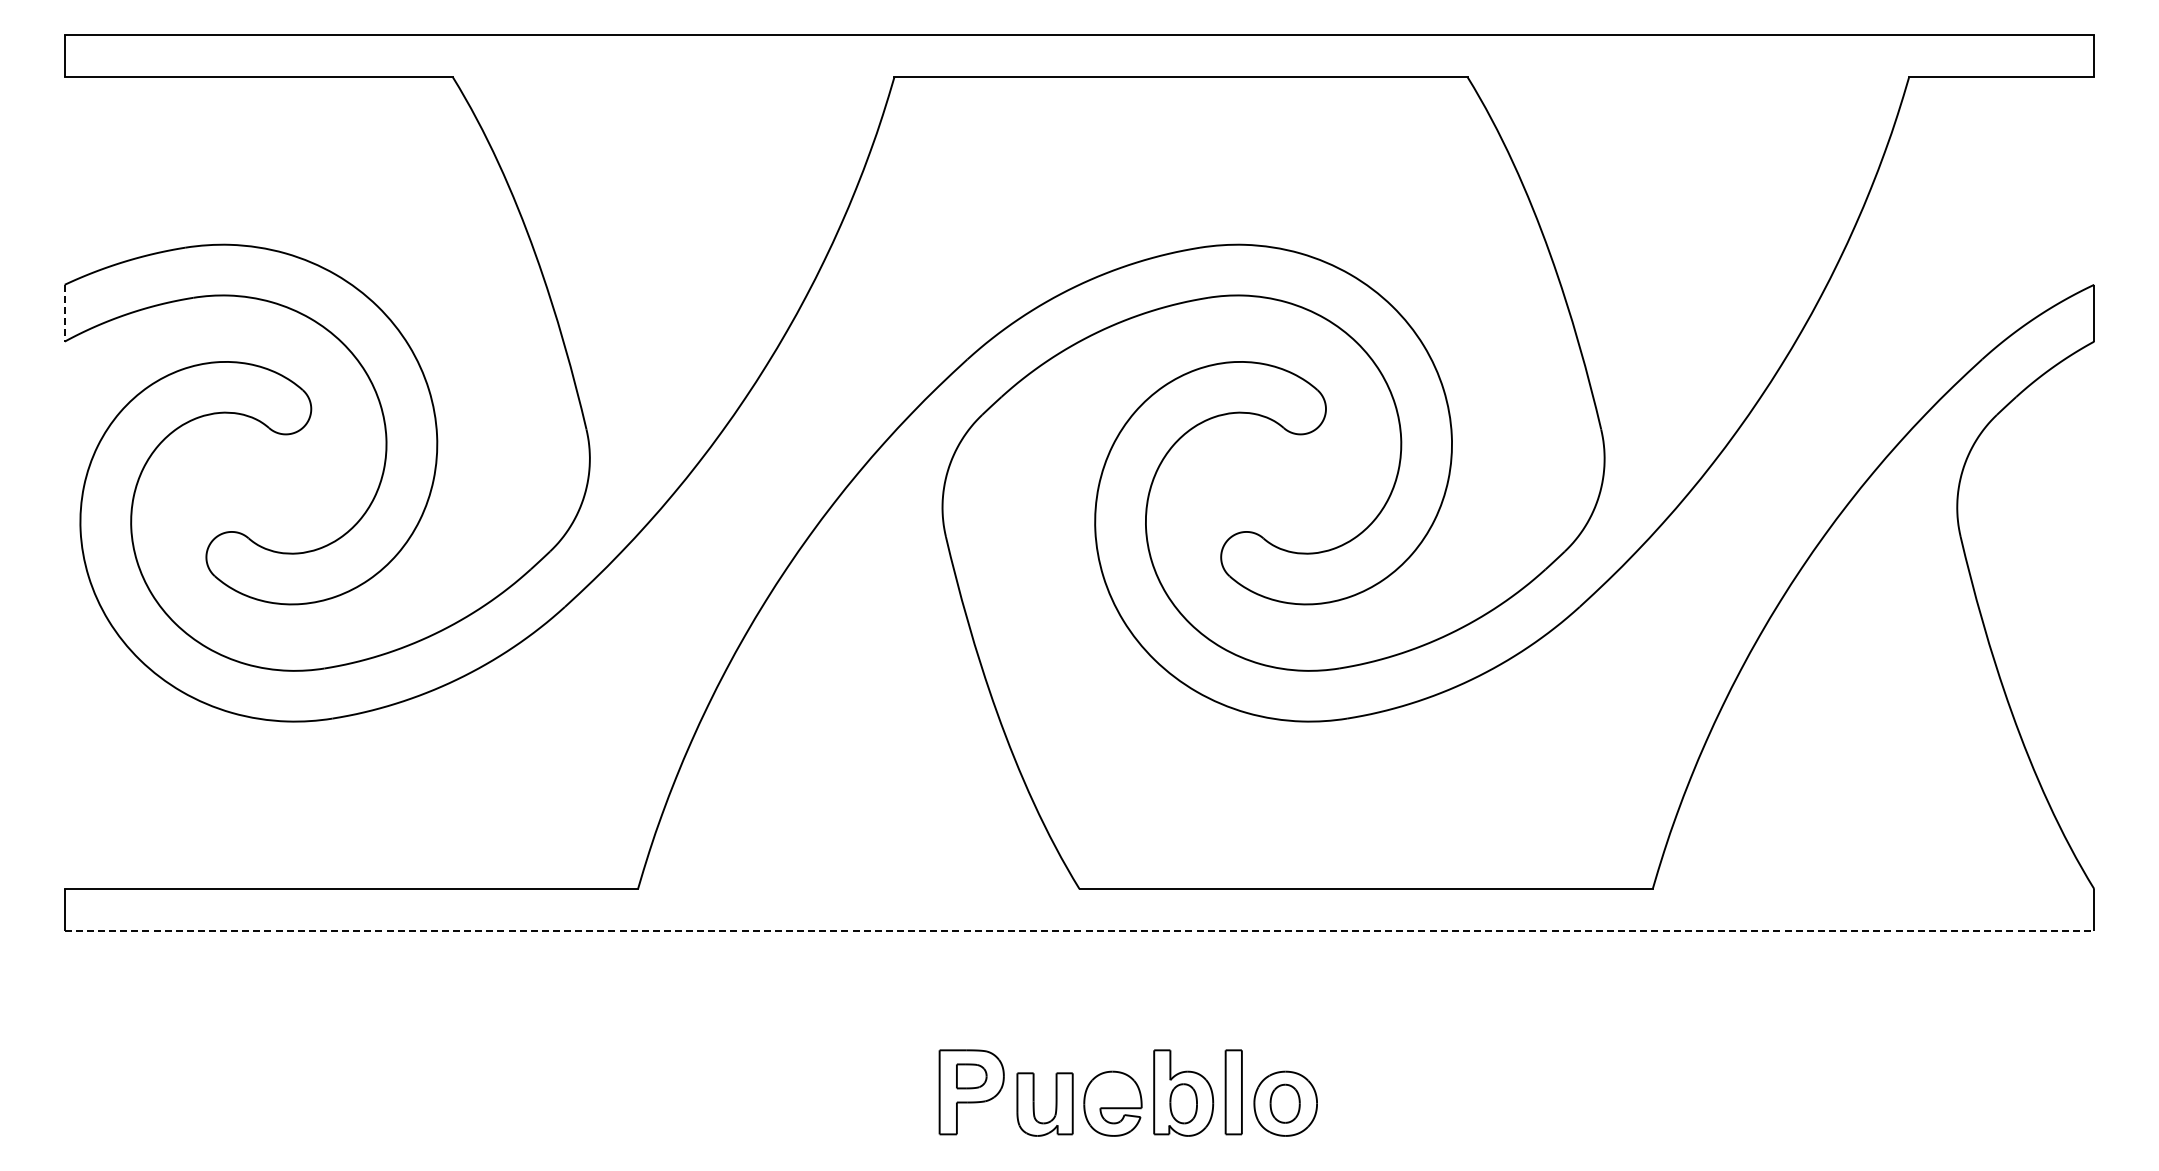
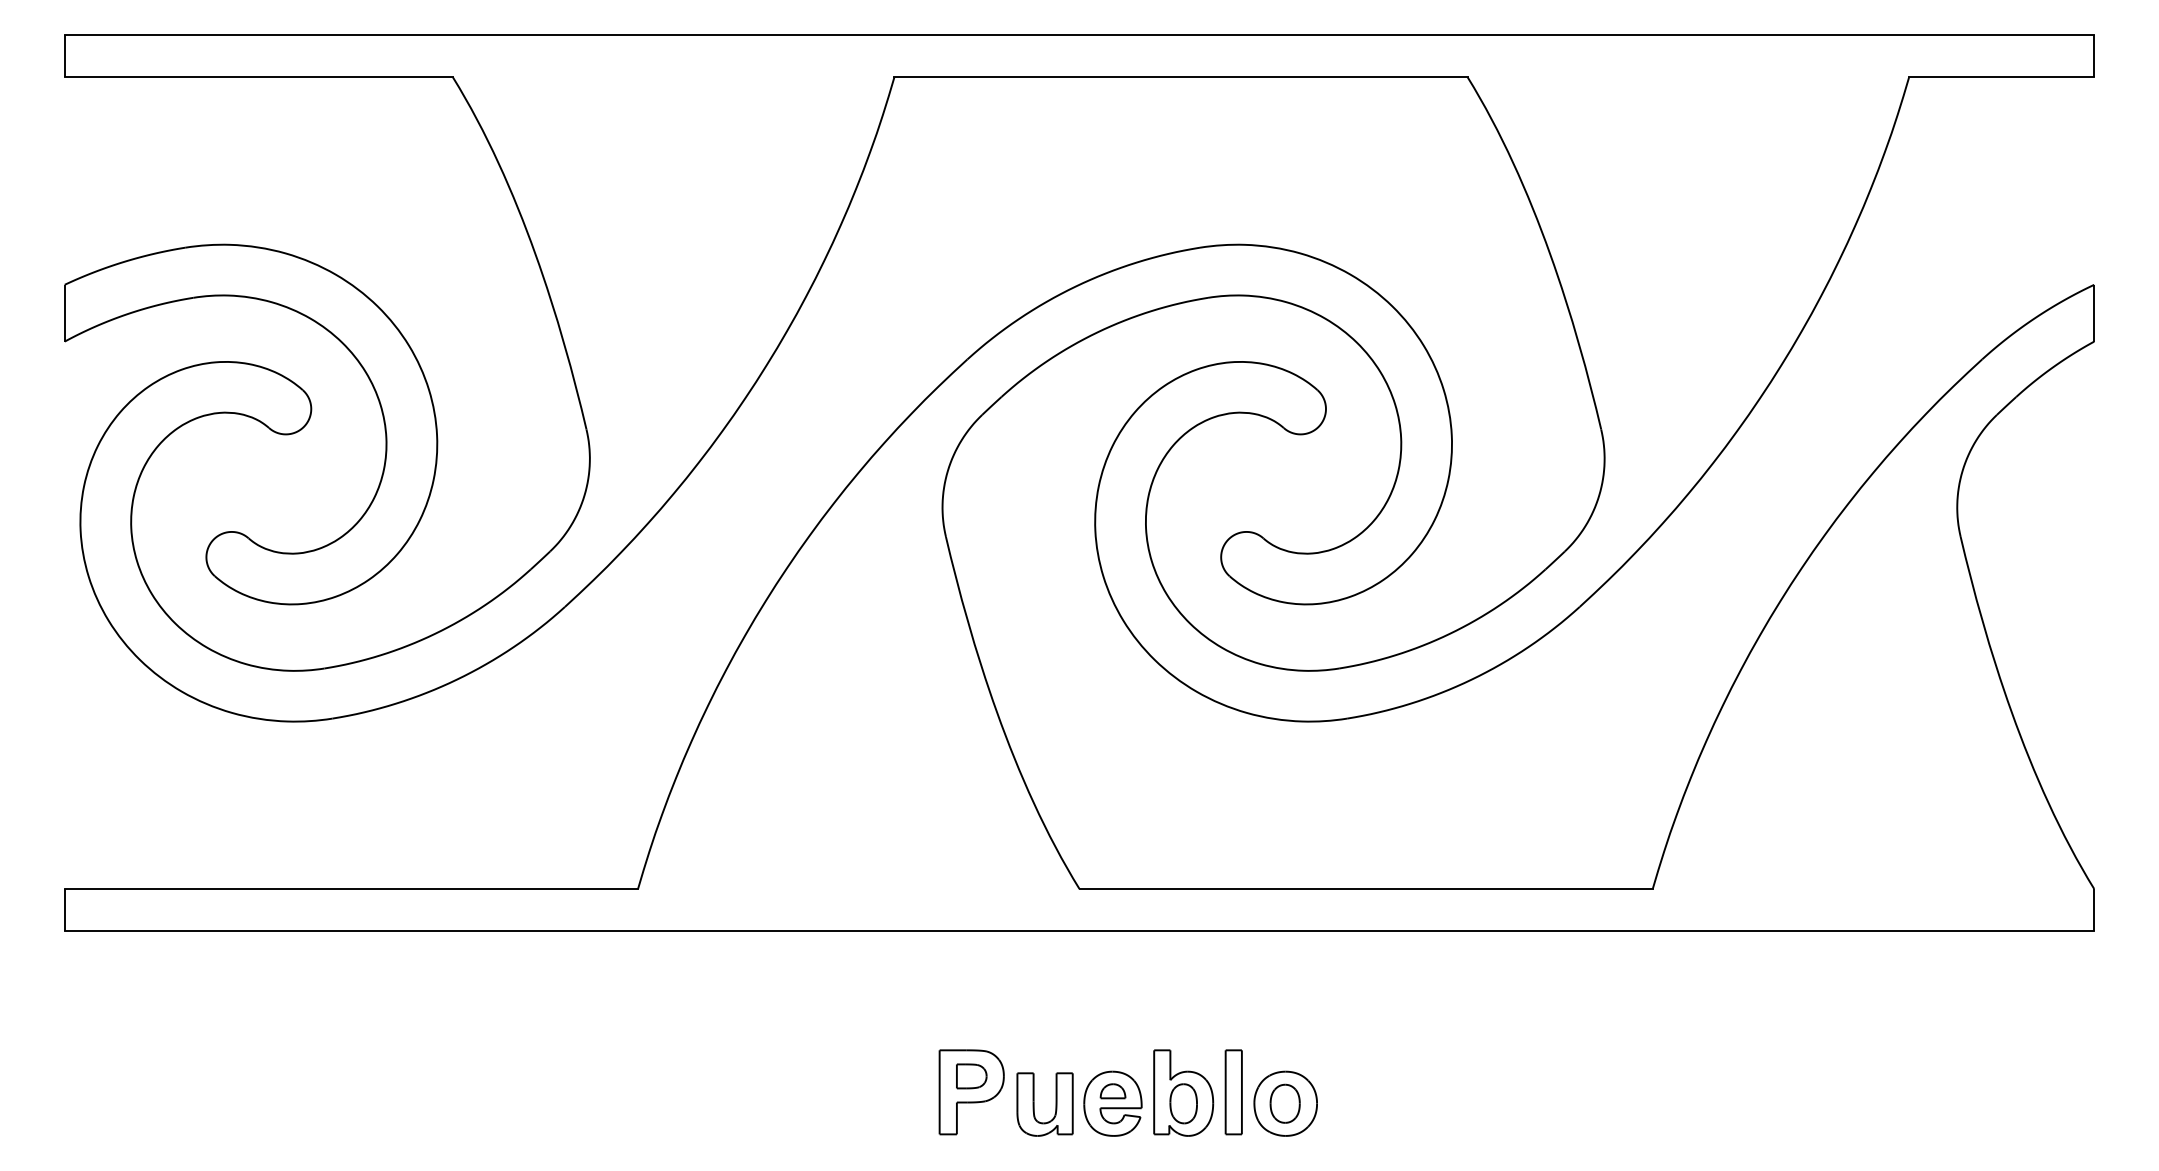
line at (64, 313): dashed -> solid
line at (1079, 931): dashed -> solid
part at (1112, 1091): none -> present
